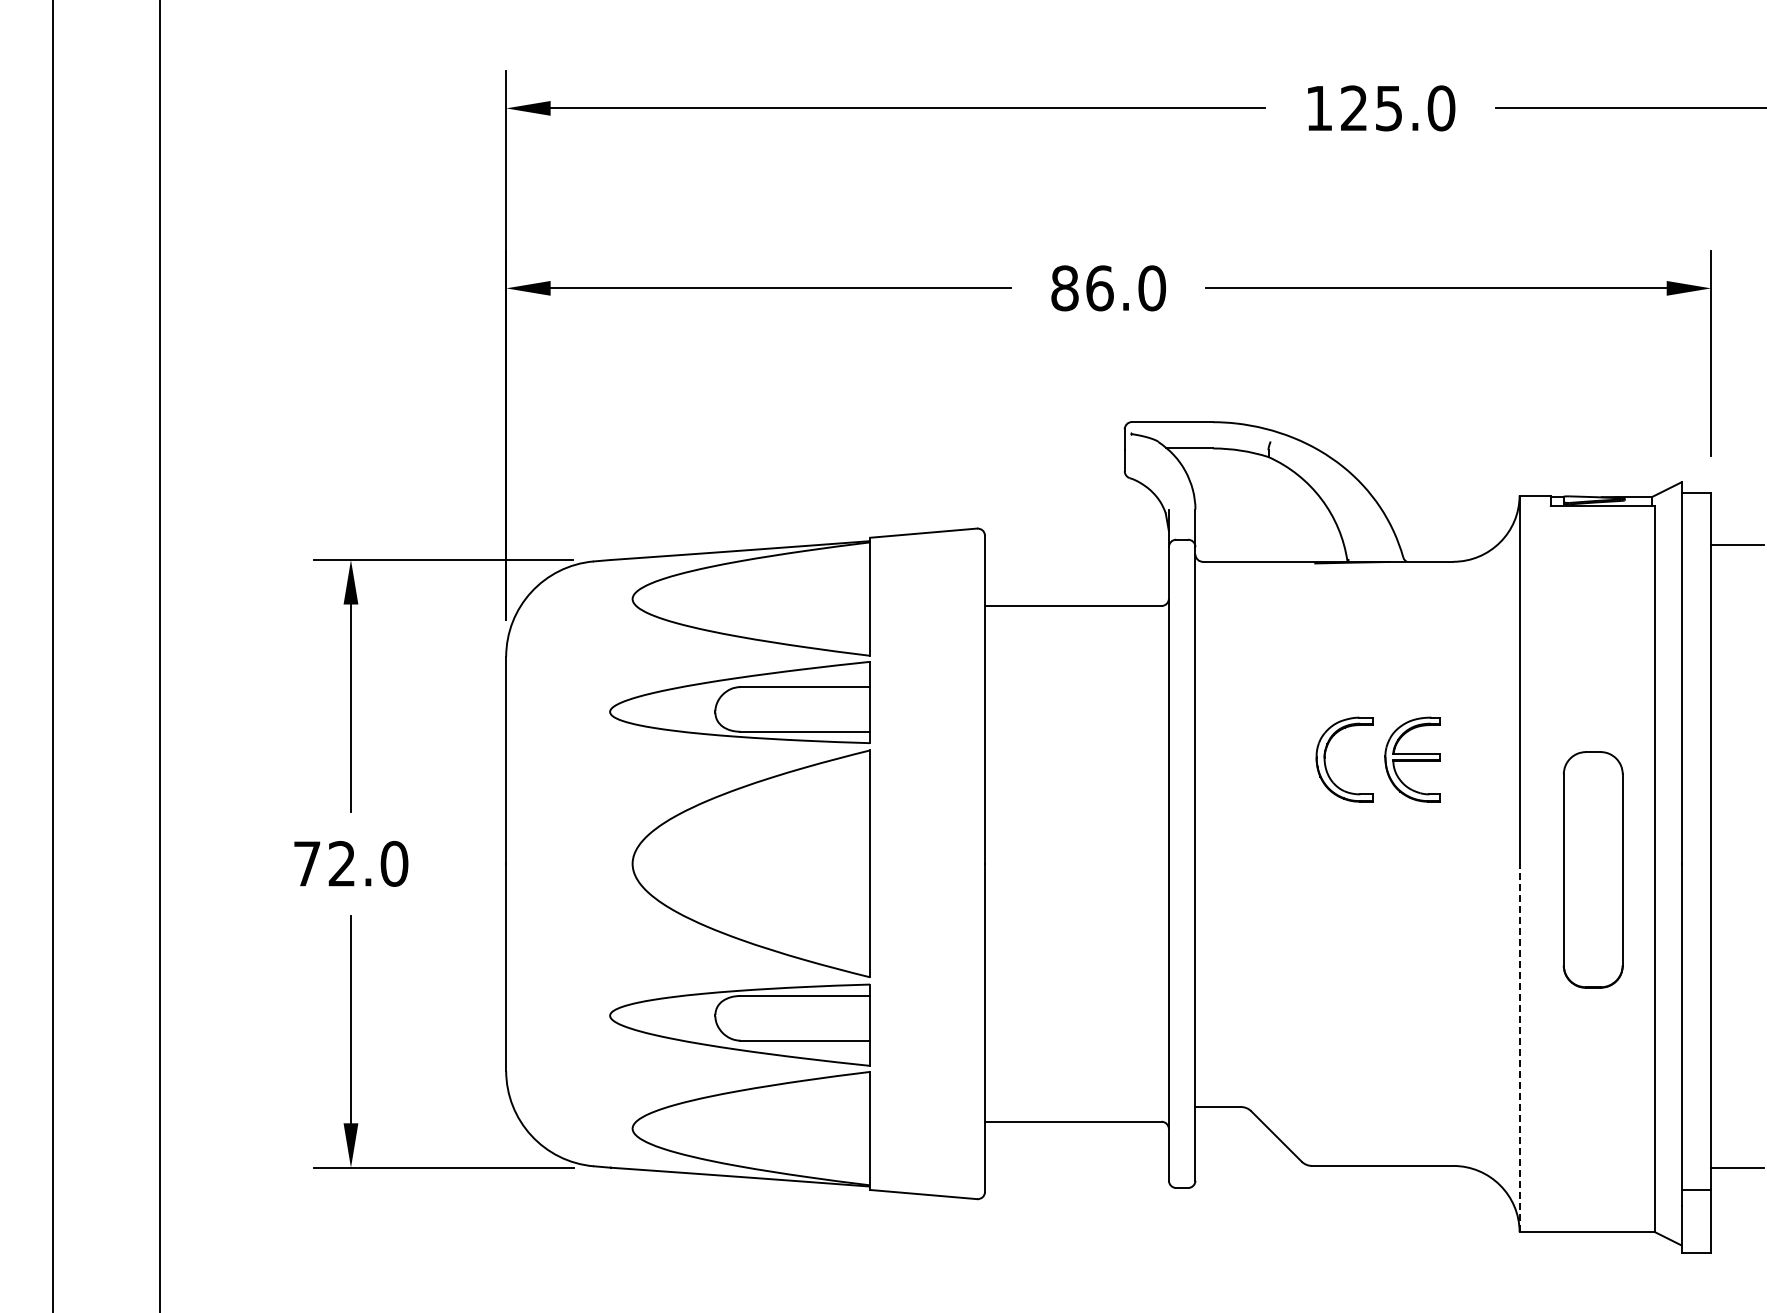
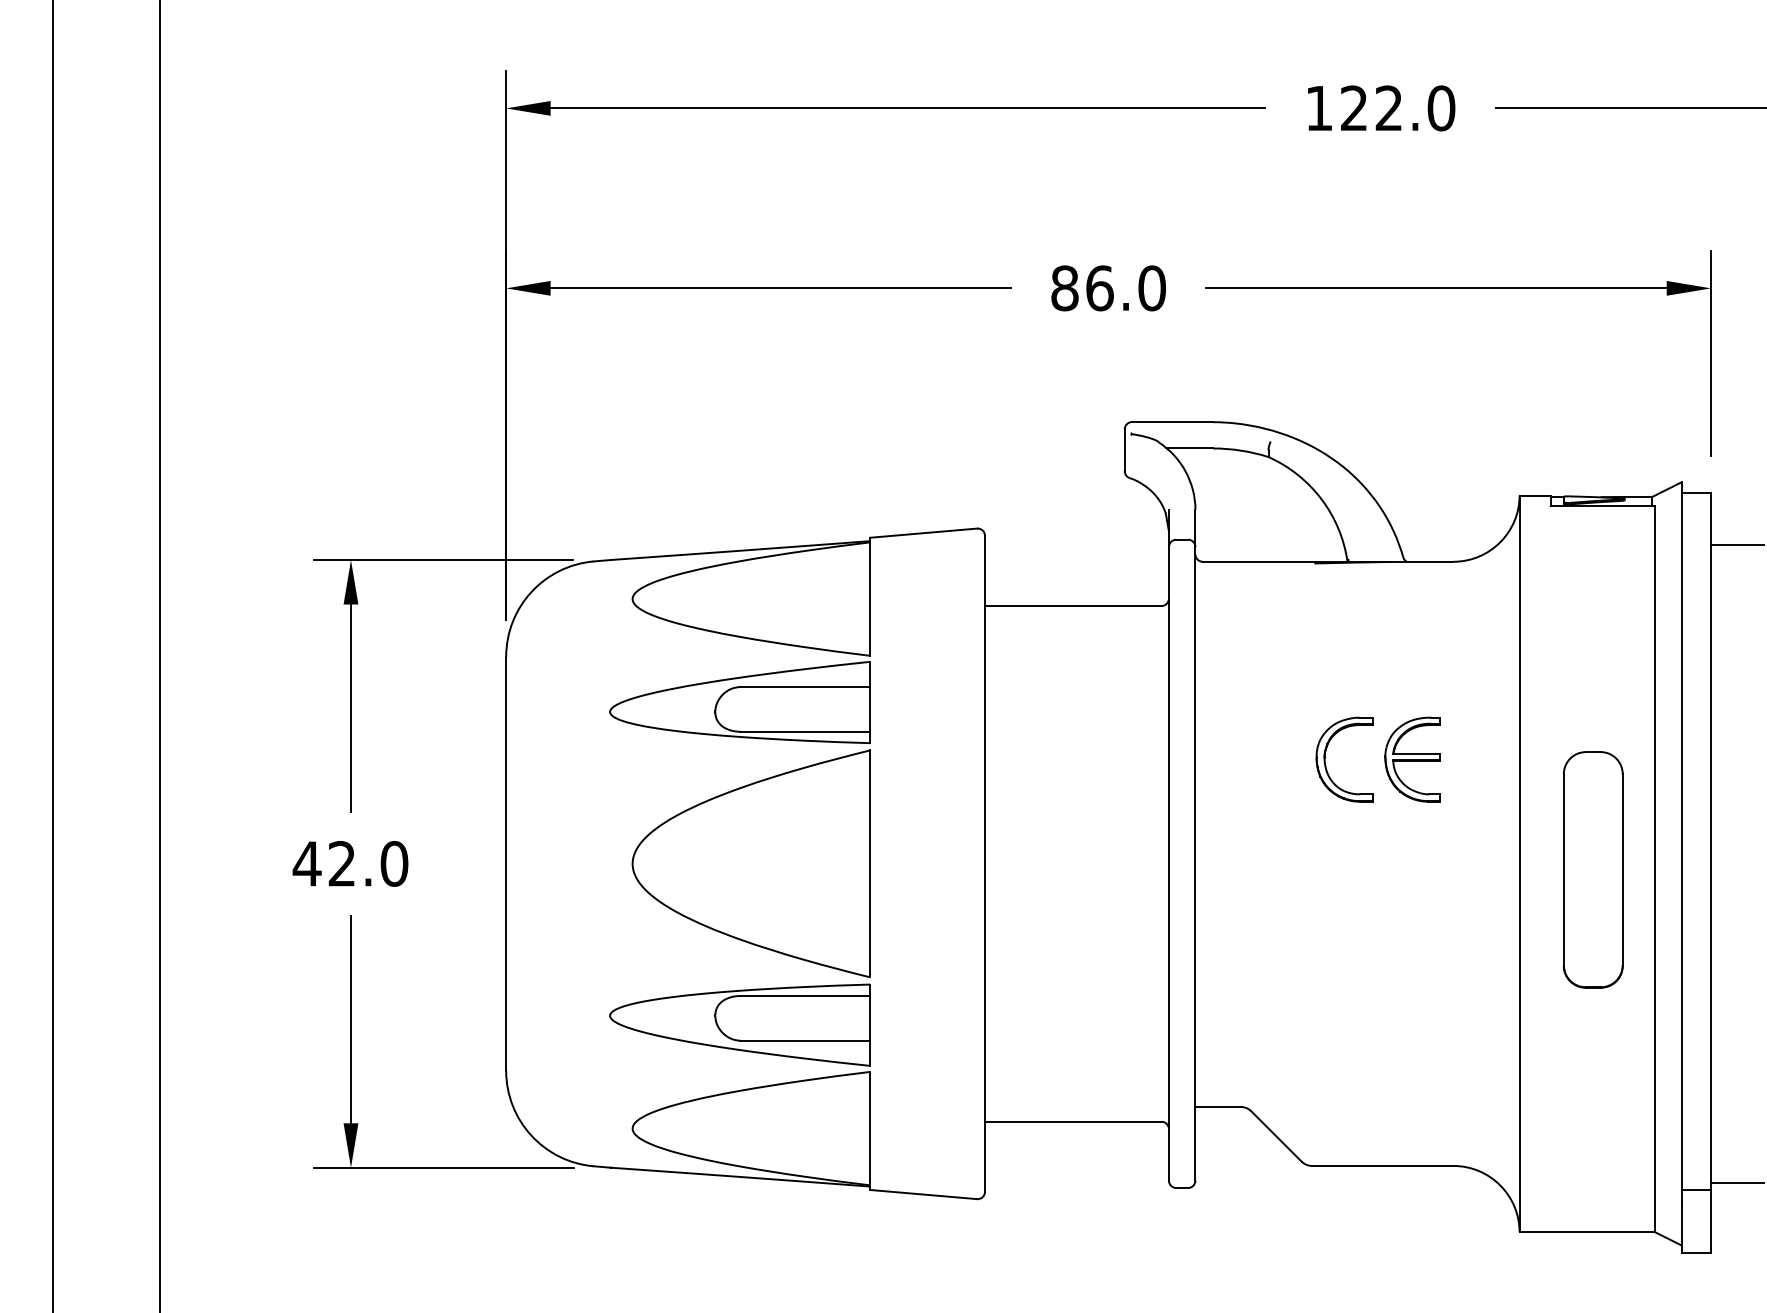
text at (1388, 108): 125.0 -> 122.0
text at (306, 863): 72.0 -> 42.0
line at (1519, 1047): dashed -> solid
line at (1737, 1167) position: (1737, 1167) -> (1737, 1182)
